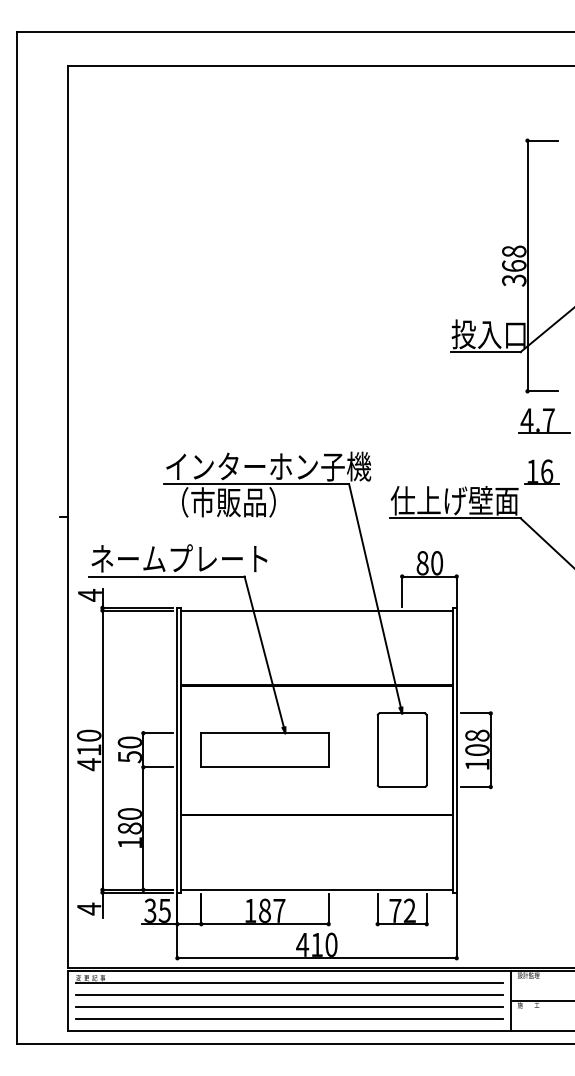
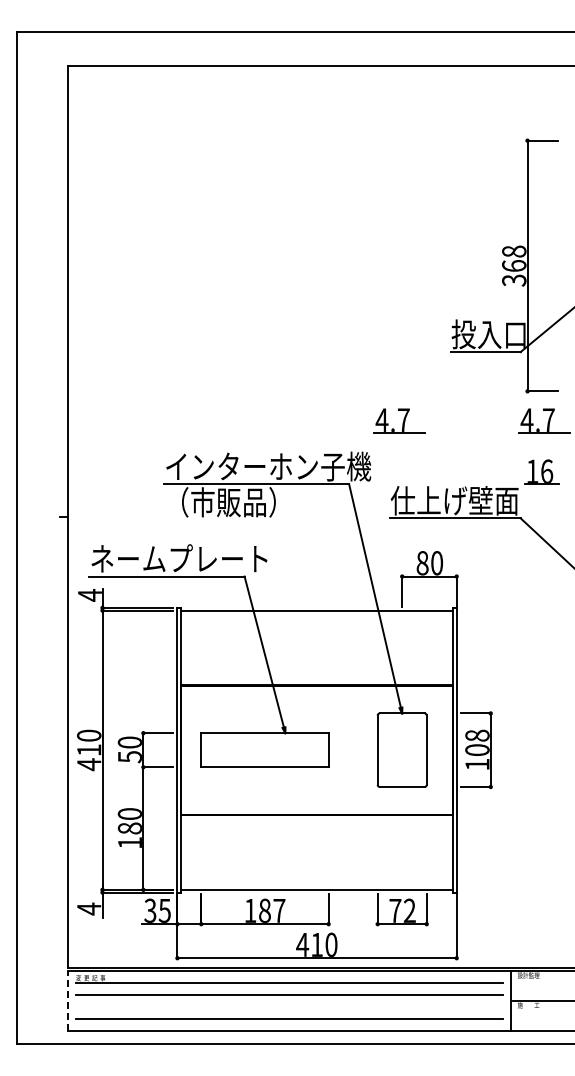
part at (399, 420): none -> present
line at (68, 1001): solid -> dashed
line at (288, 1007): present -> none
